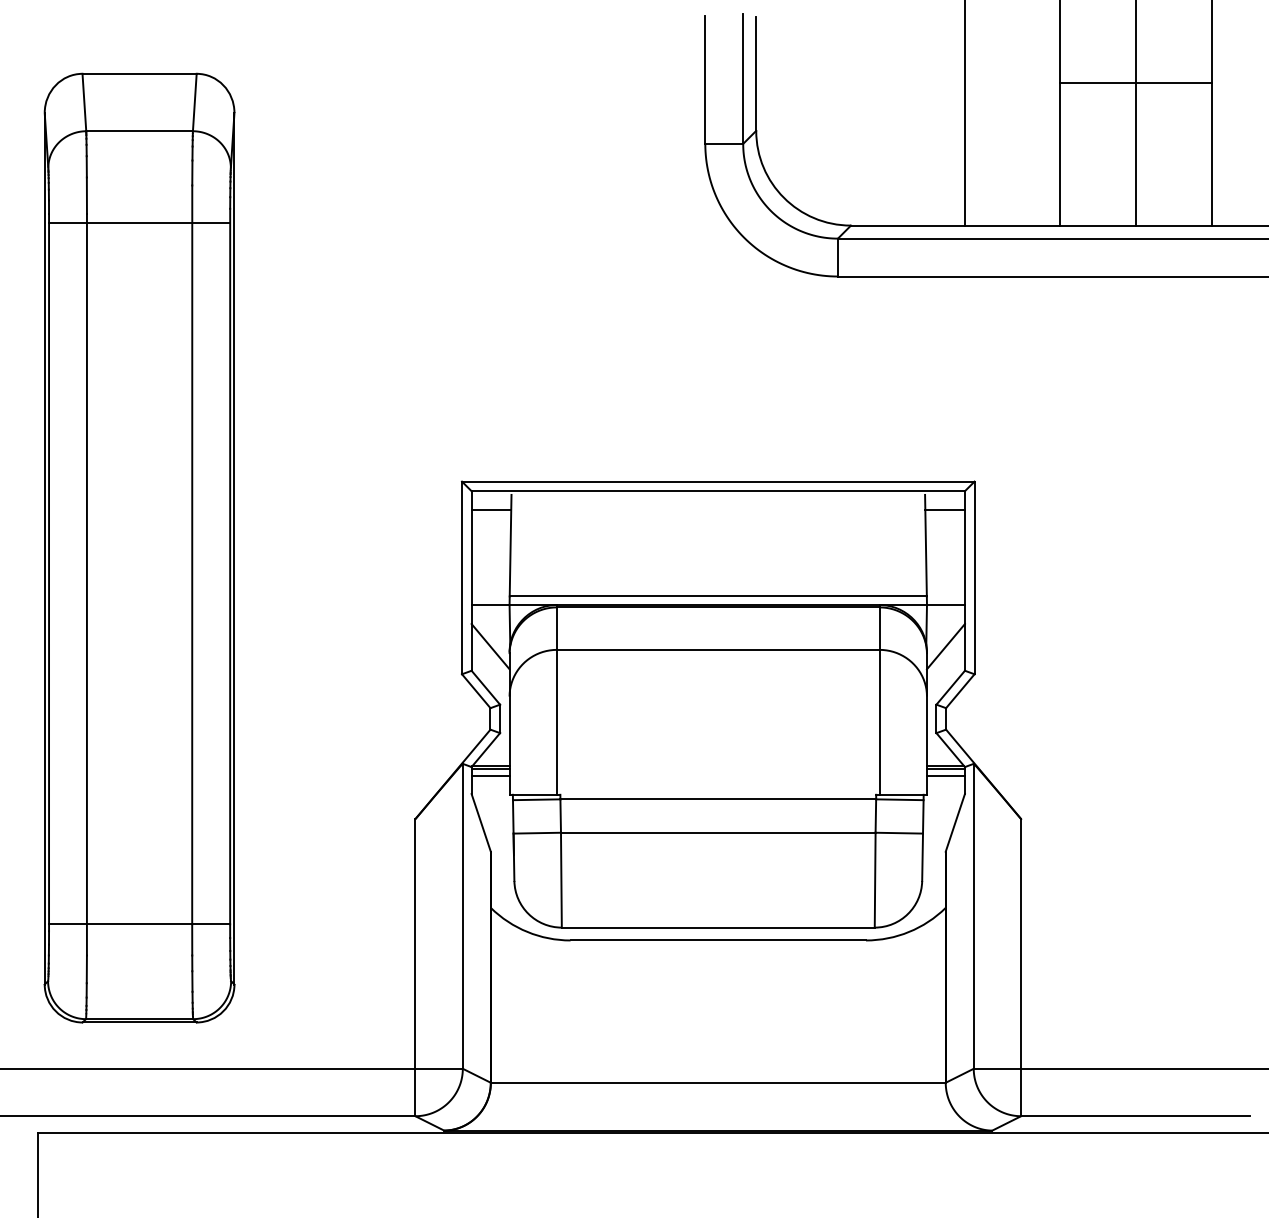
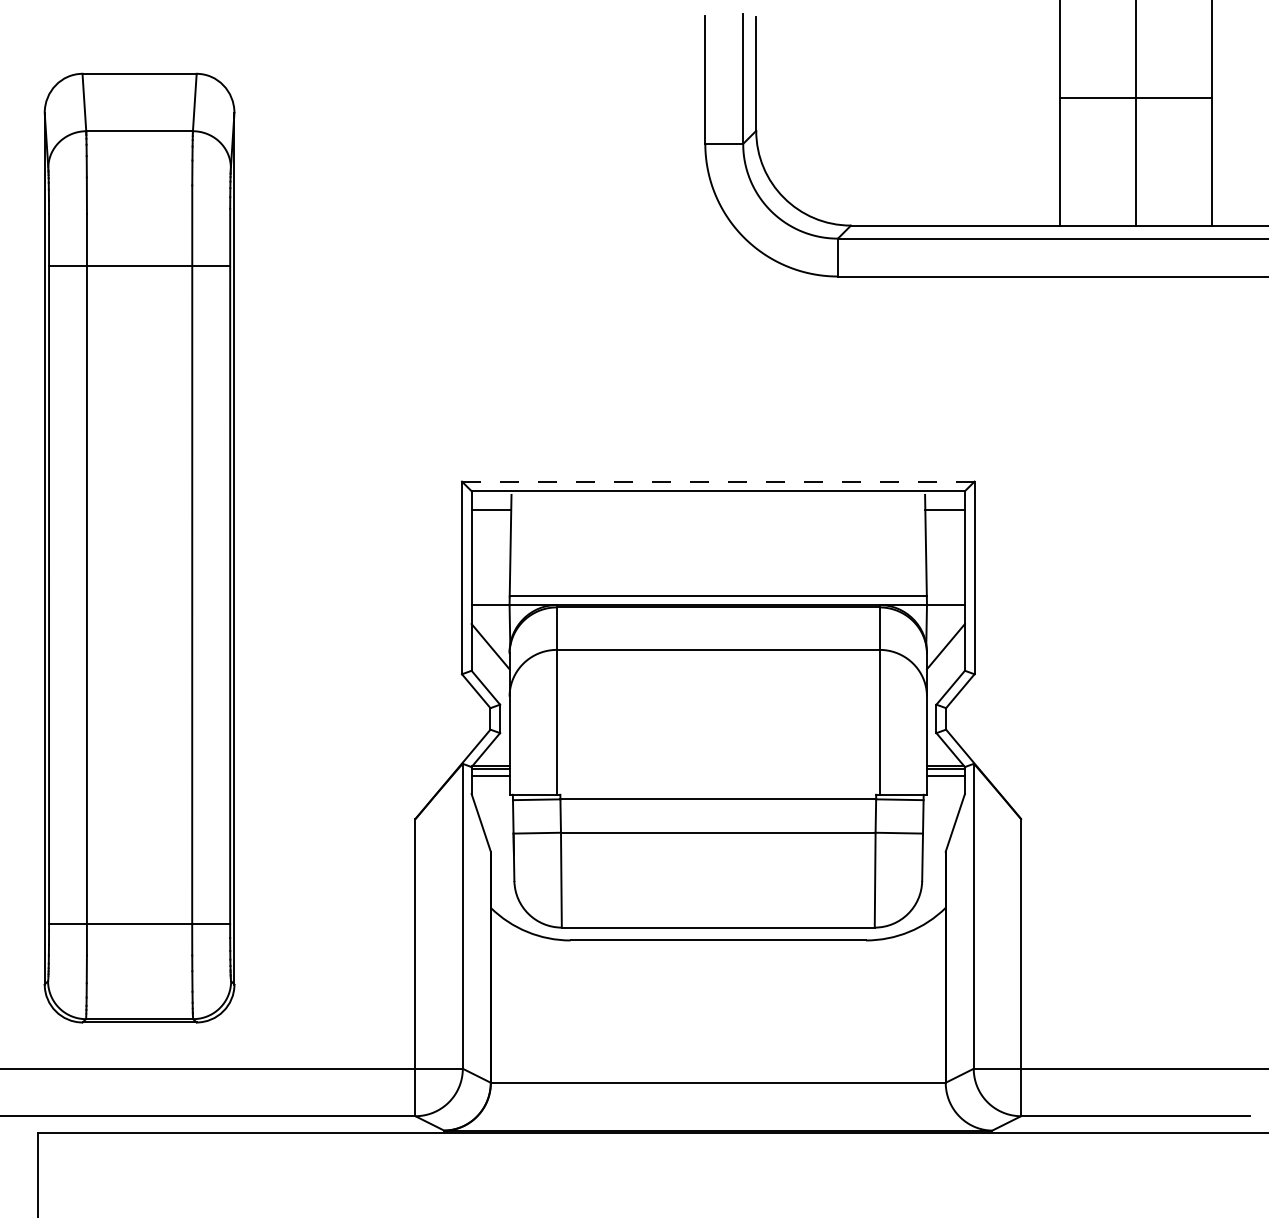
line at (1135, 82) position: (1135, 82) -> (1135, 97)
line at (964, 113): present -> none
line at (139, 222) position: (139, 222) -> (139, 265)
line at (717, 481): solid -> dashed
